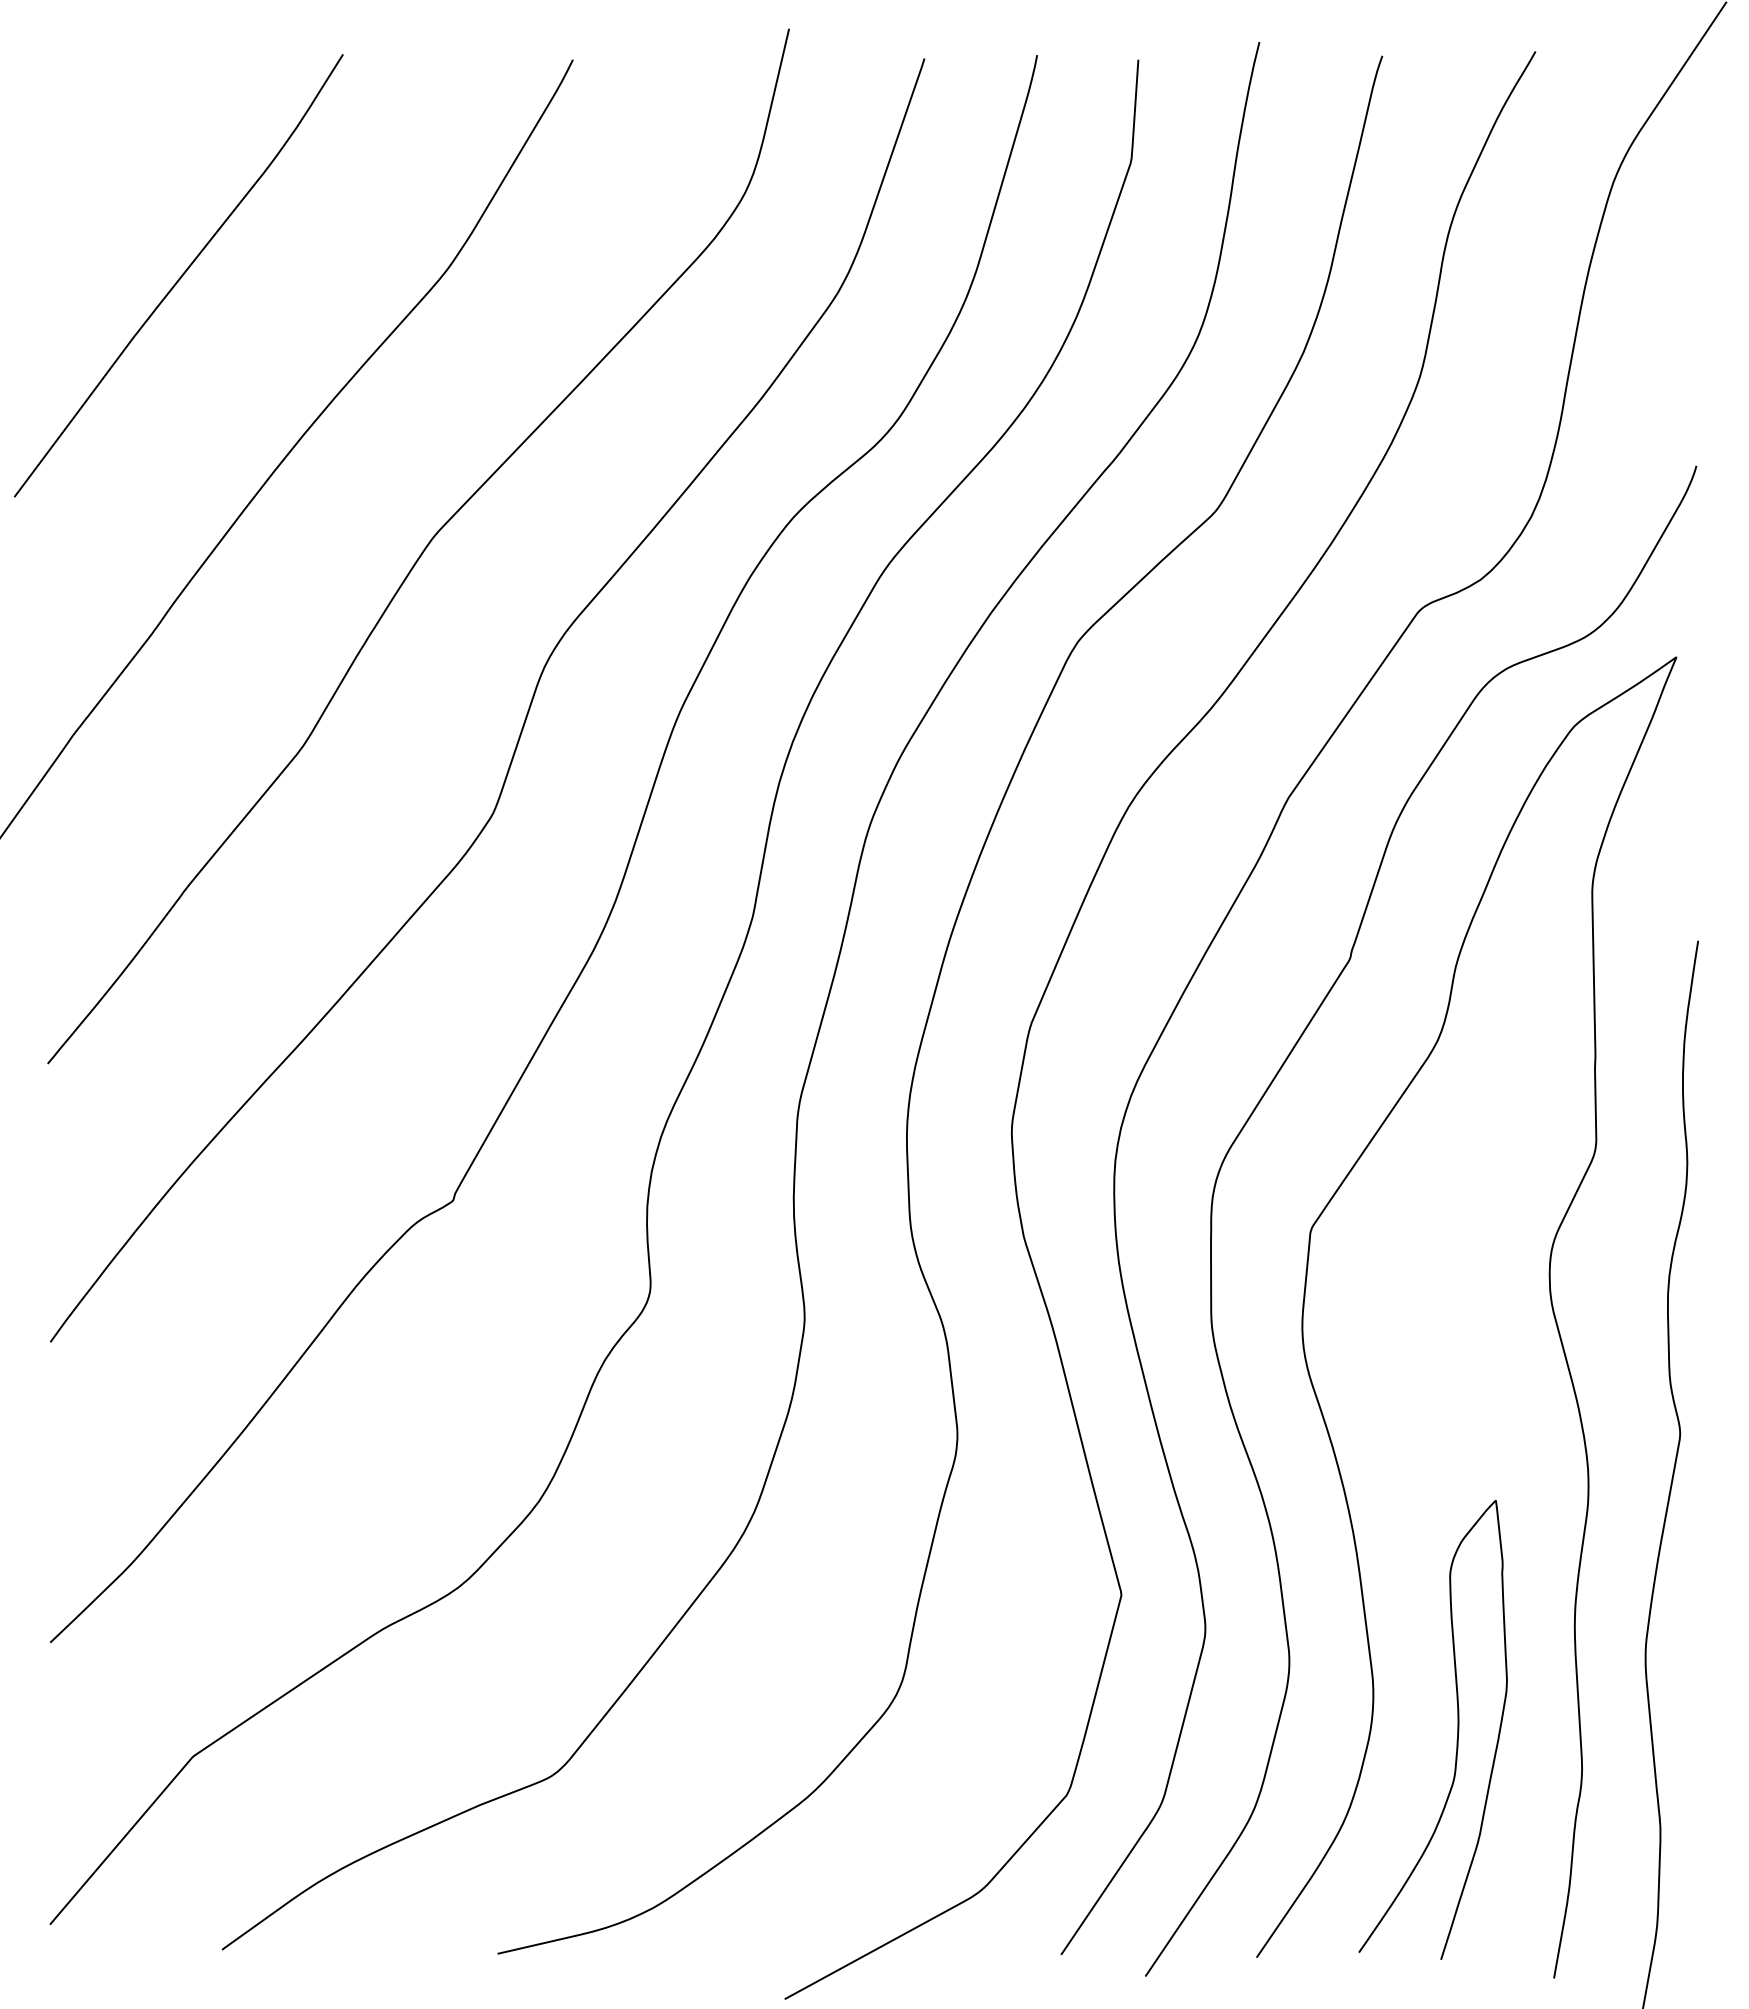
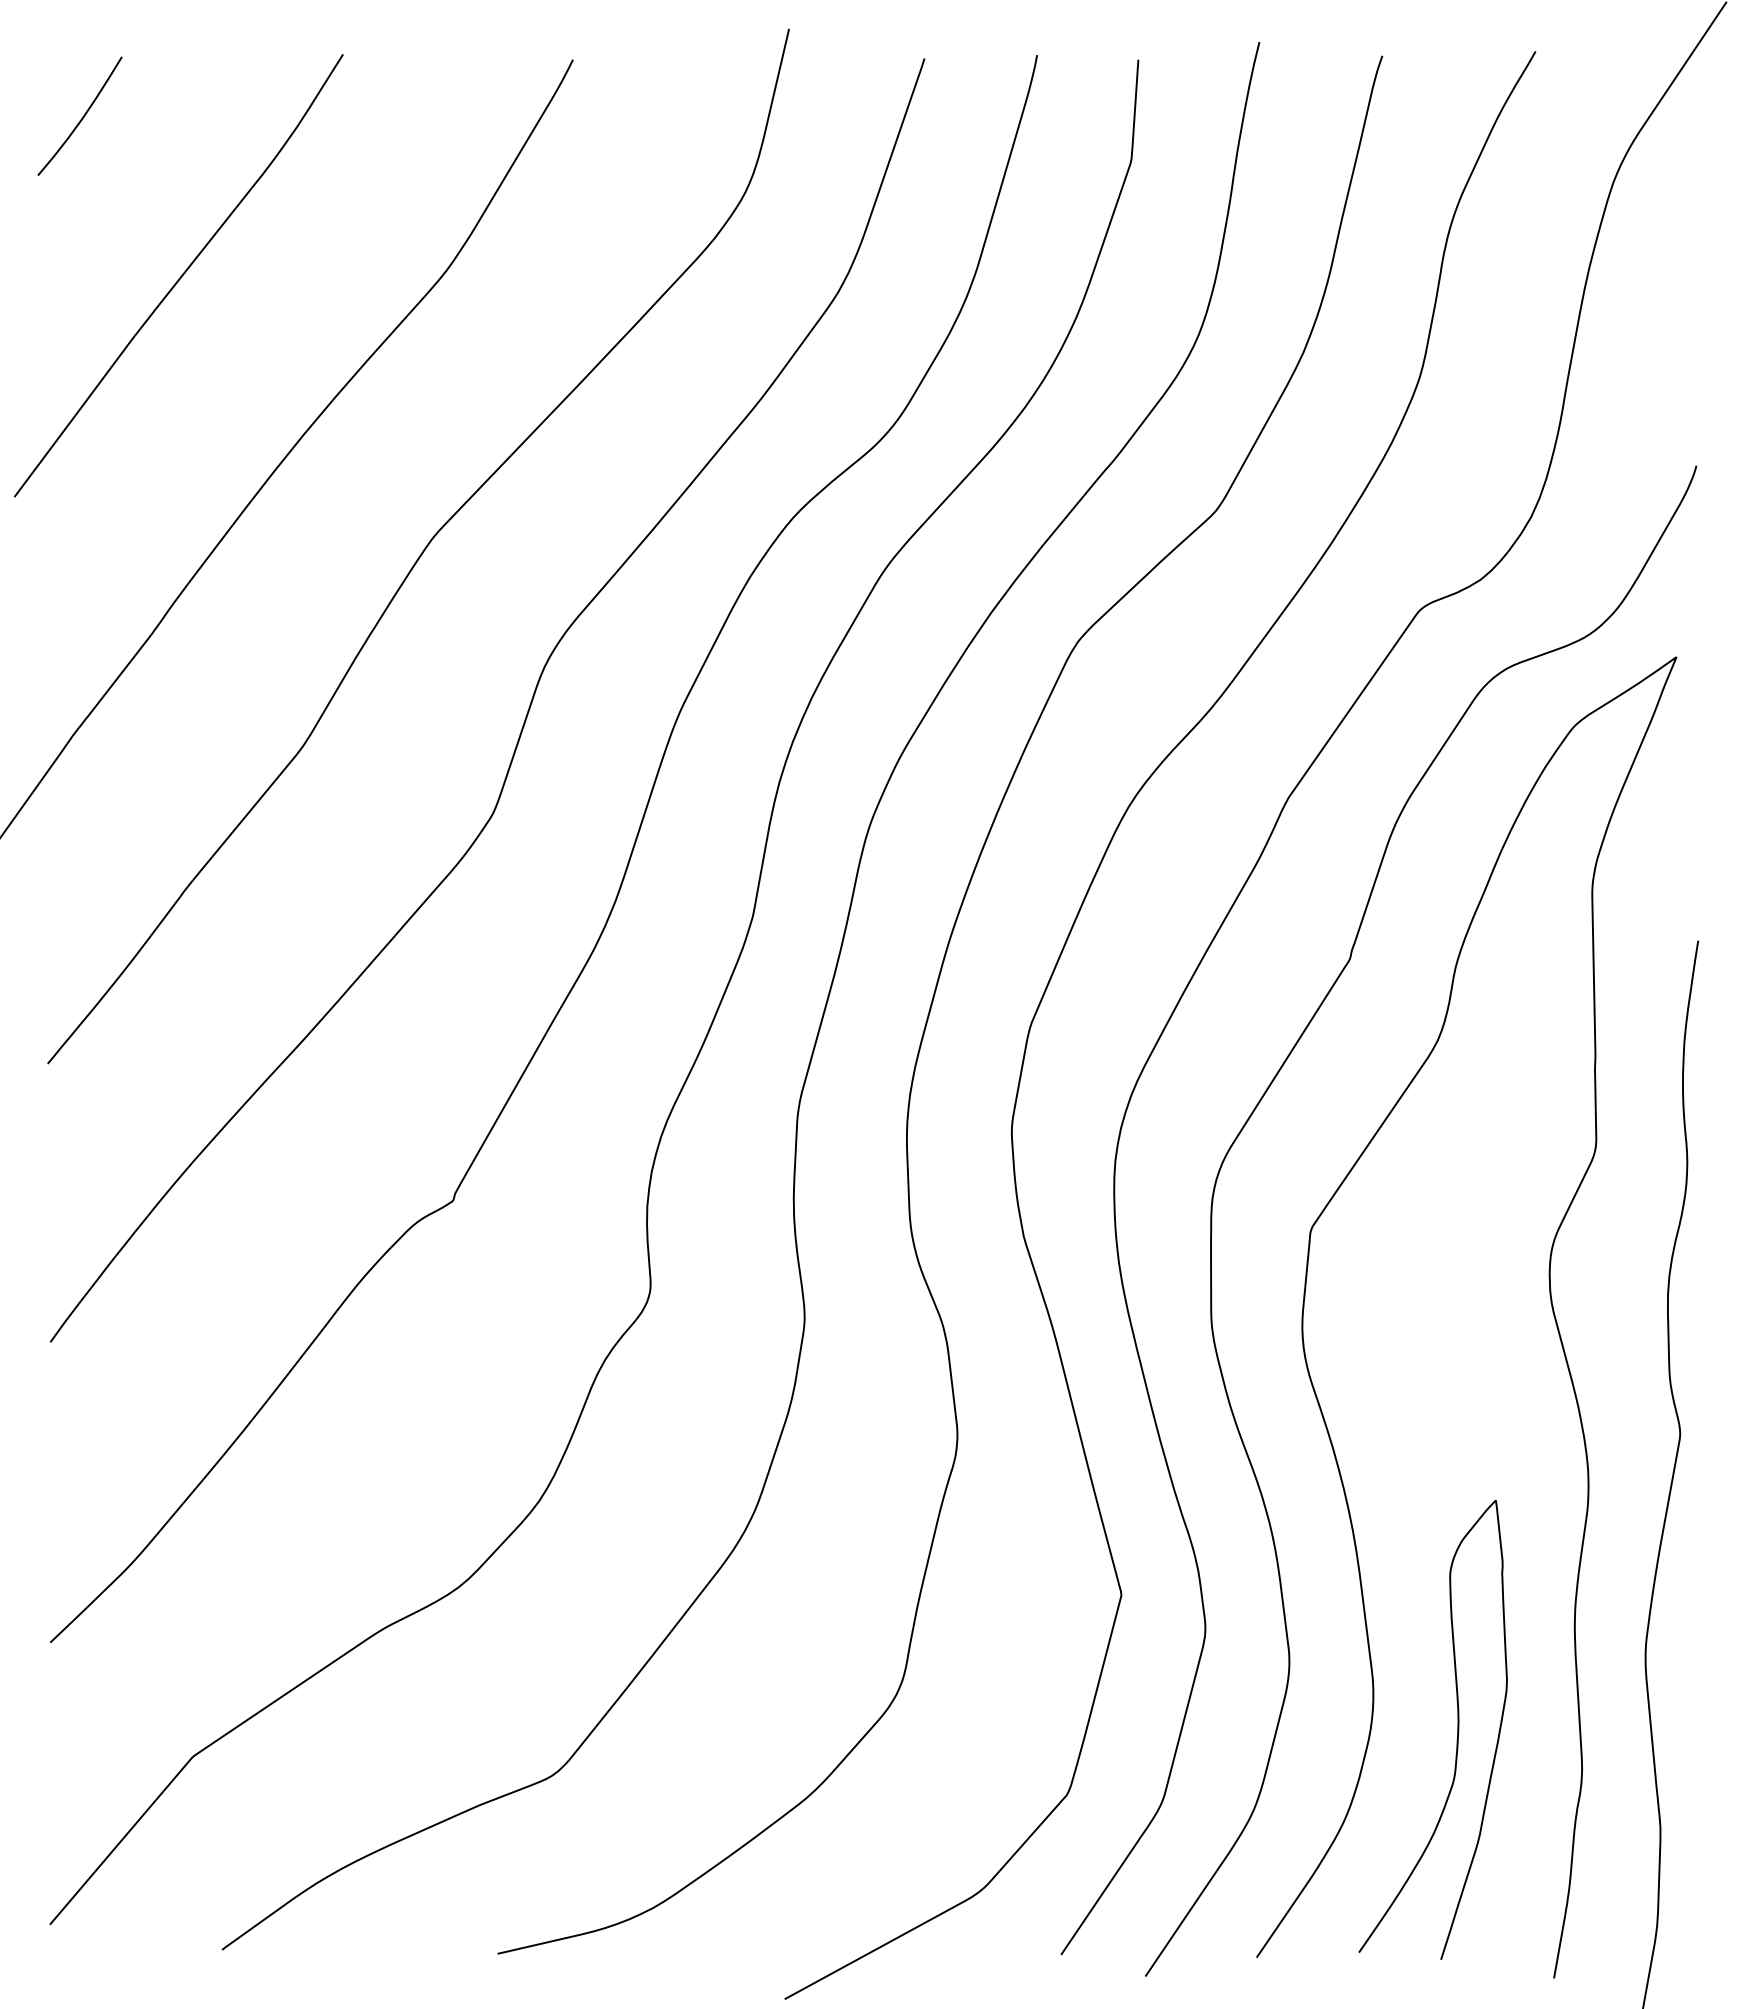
curve at (82, 116): none -> present
